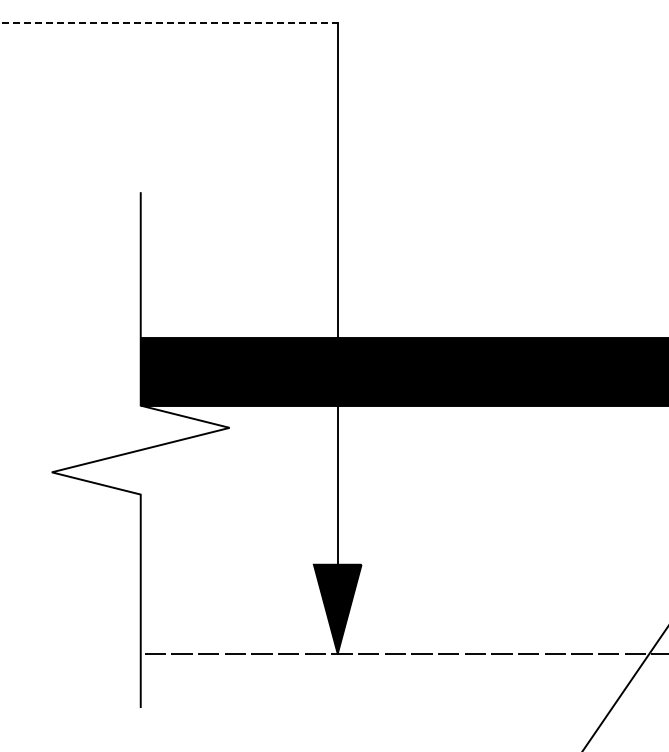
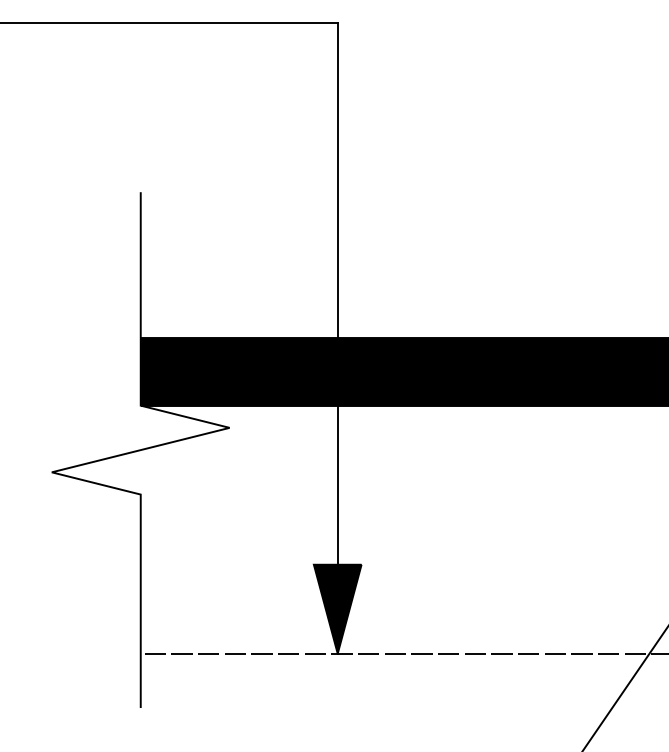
line at (168, 22): dashed -> solid
